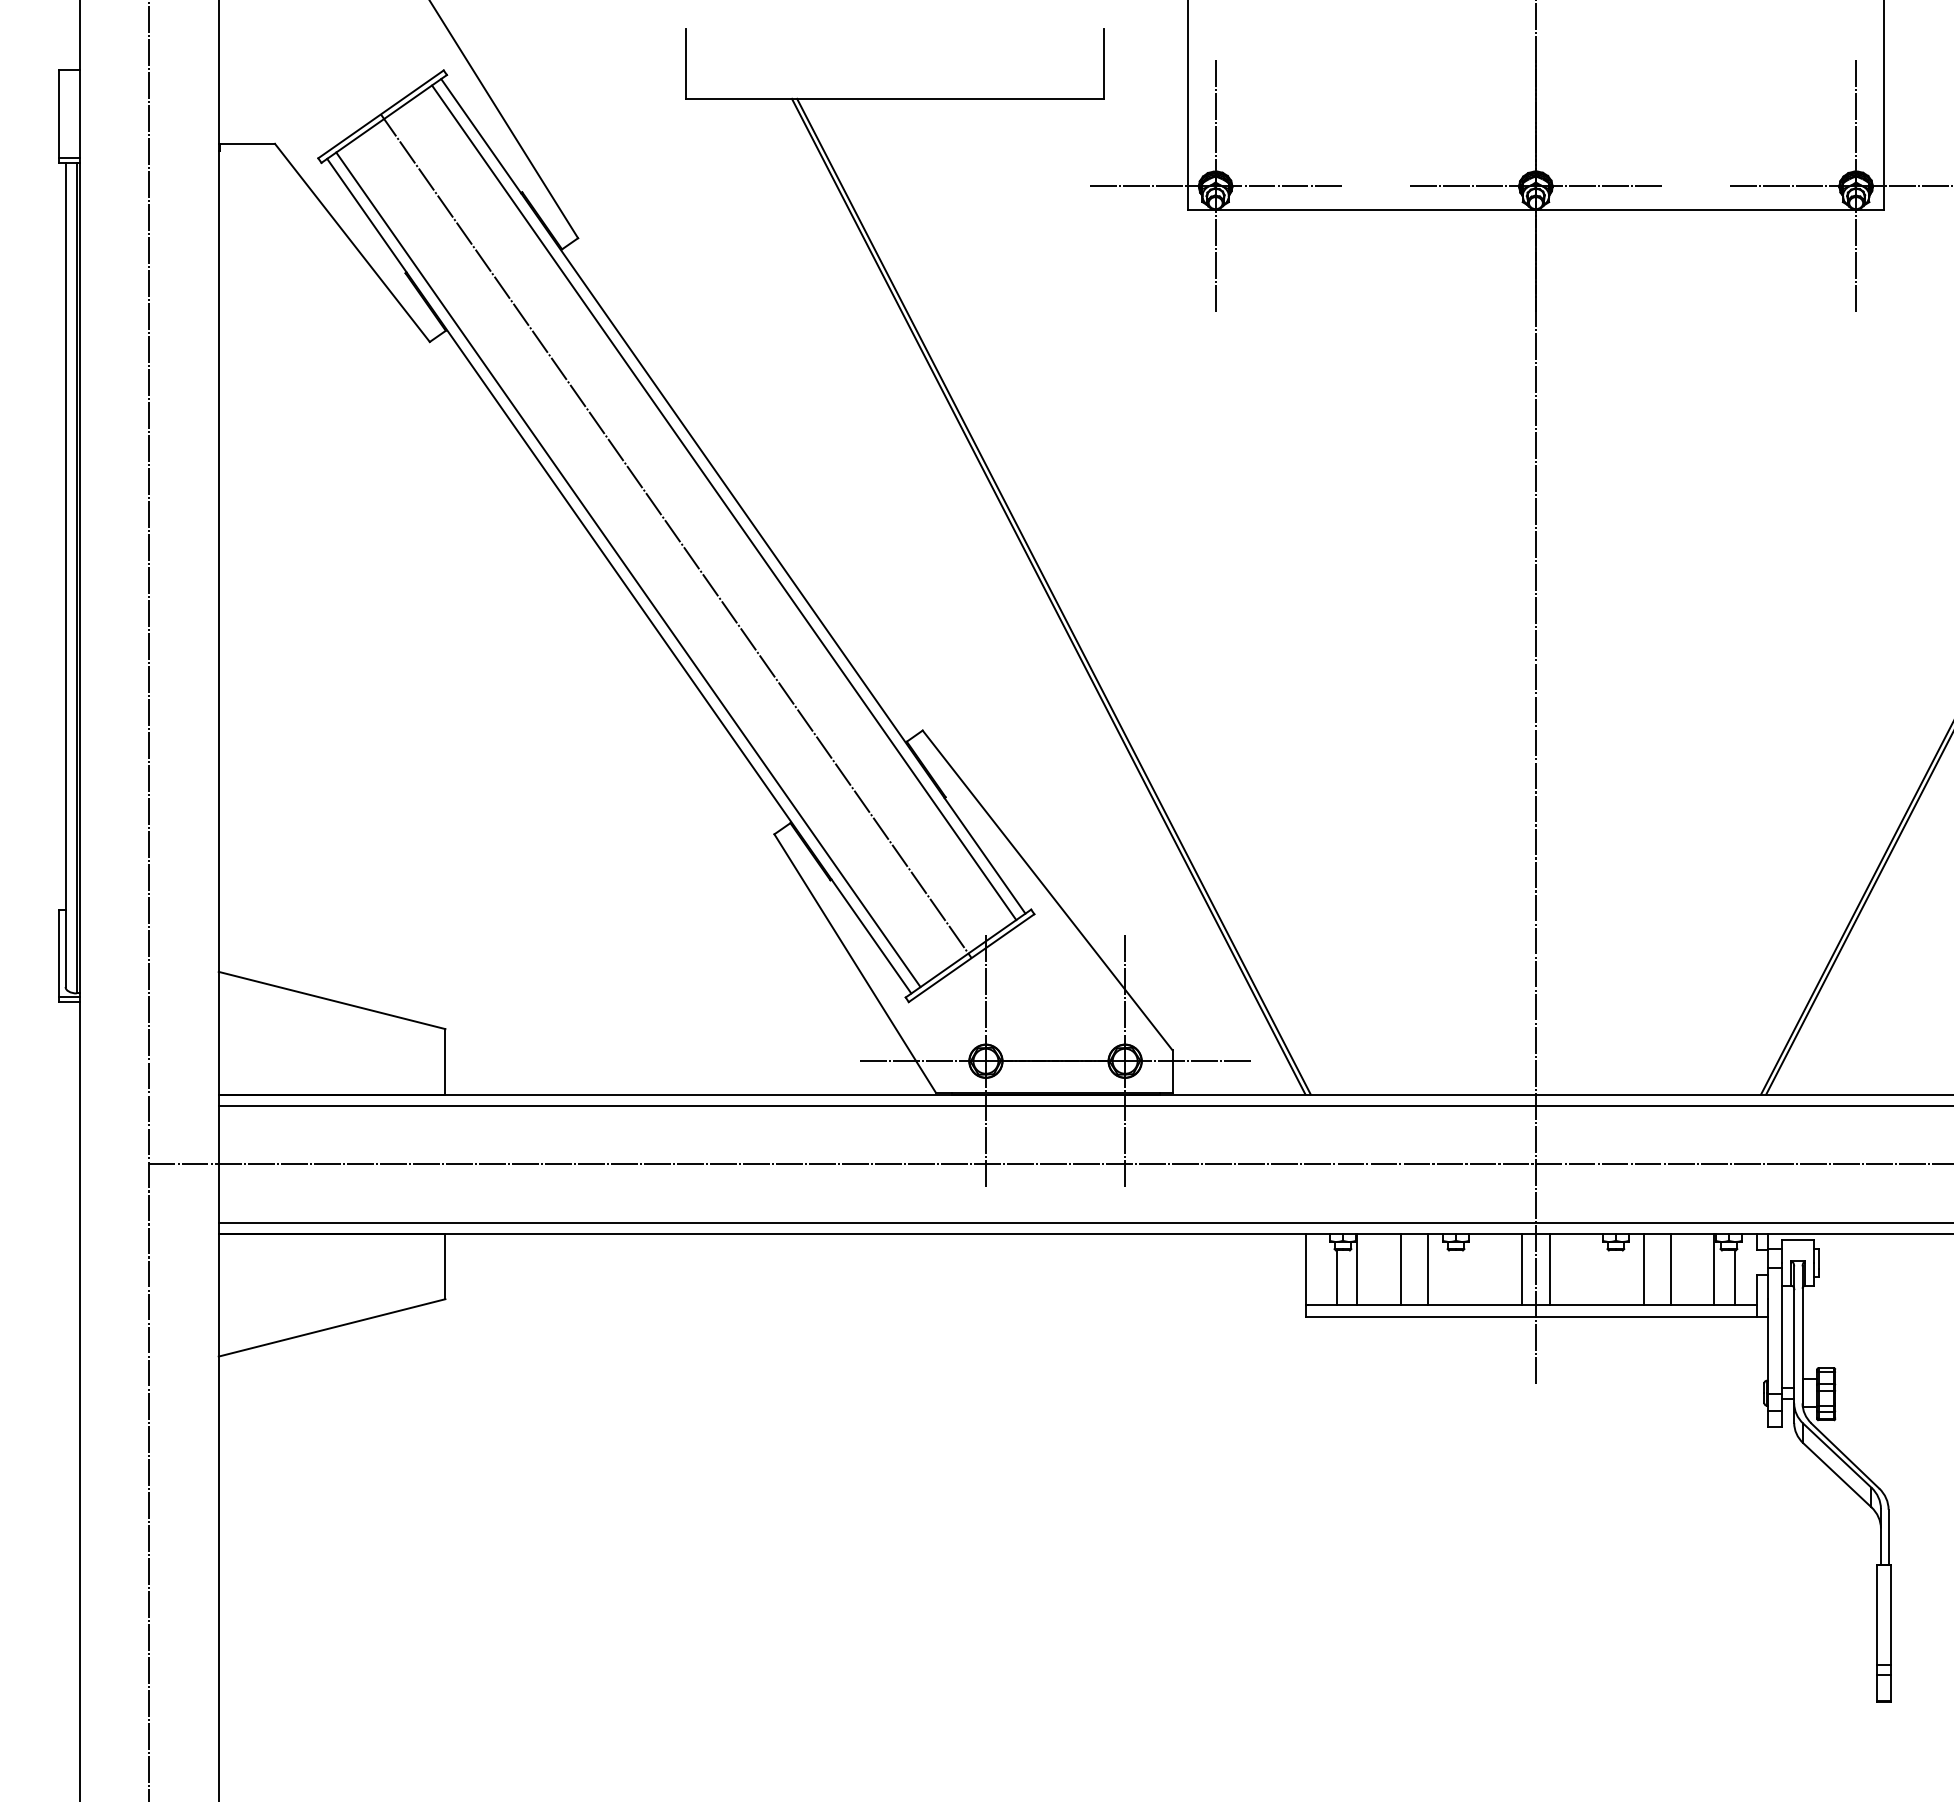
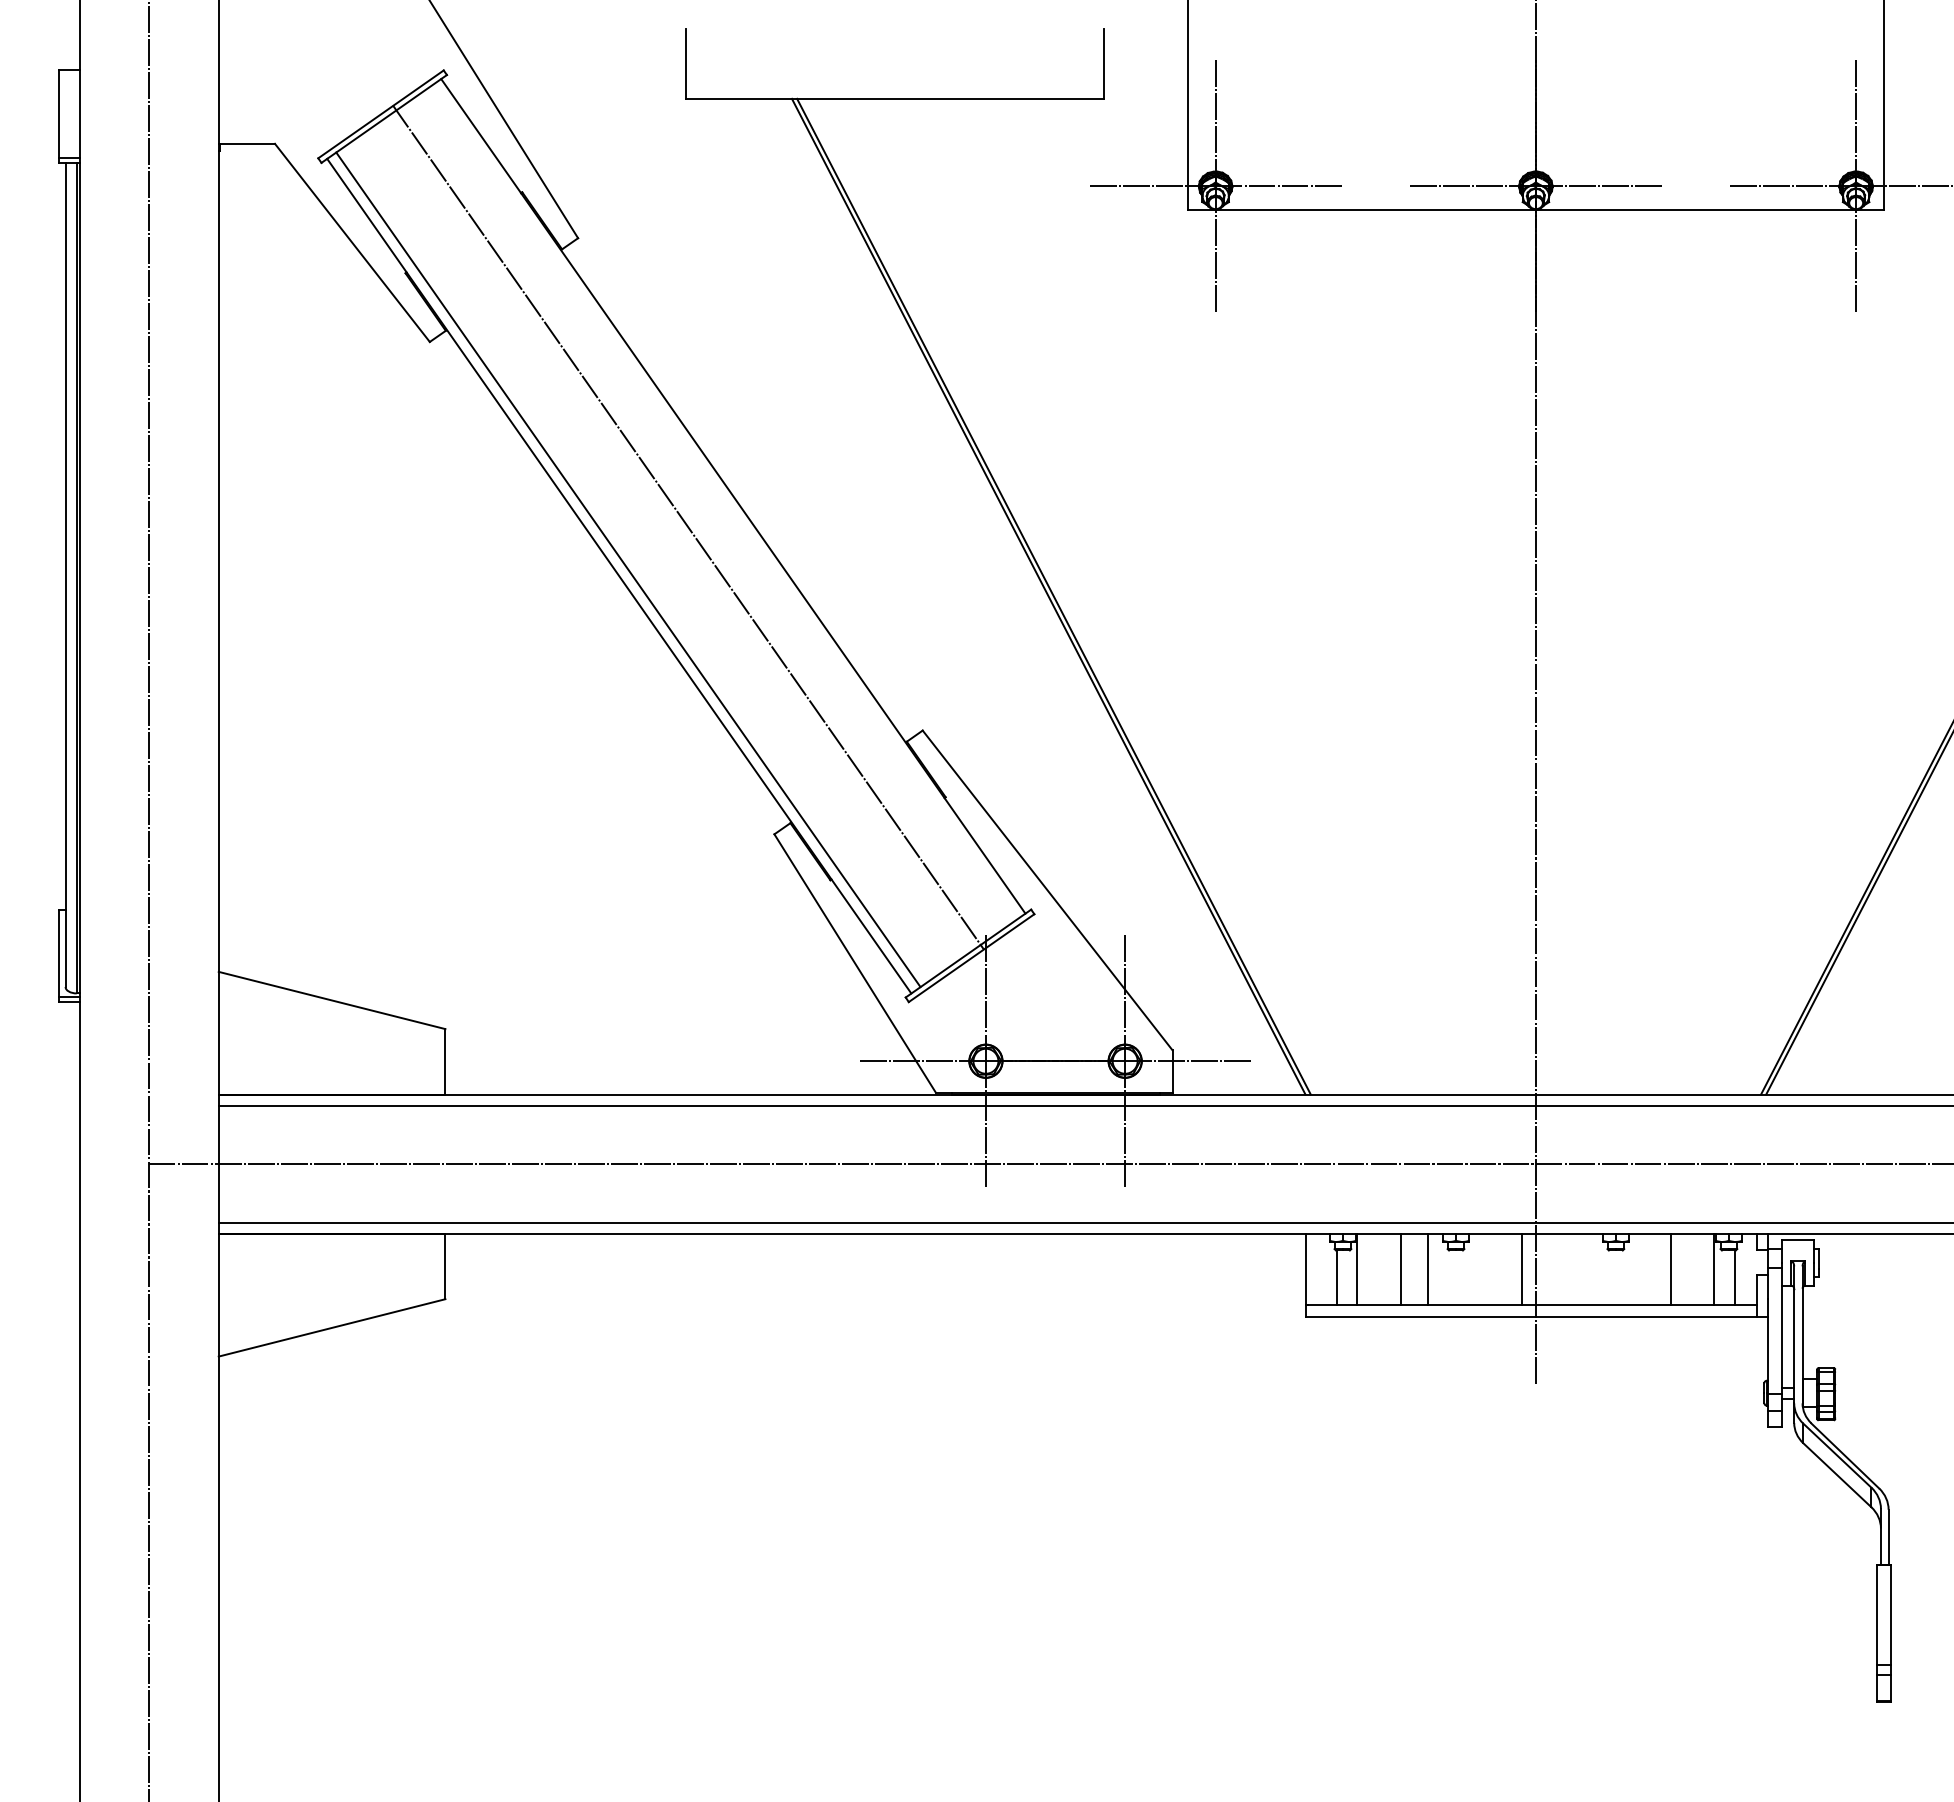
line at (724, 502): present -> none
line at (675, 536) position: (675, 536) -> (687, 527)
line at (1549, 1268): present -> none
line at (1643, 1268): present -> none
